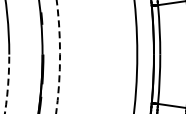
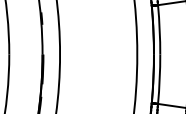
arc at (60, 56): dashed -> solid
arc at (8, 83): dashed -> solid
